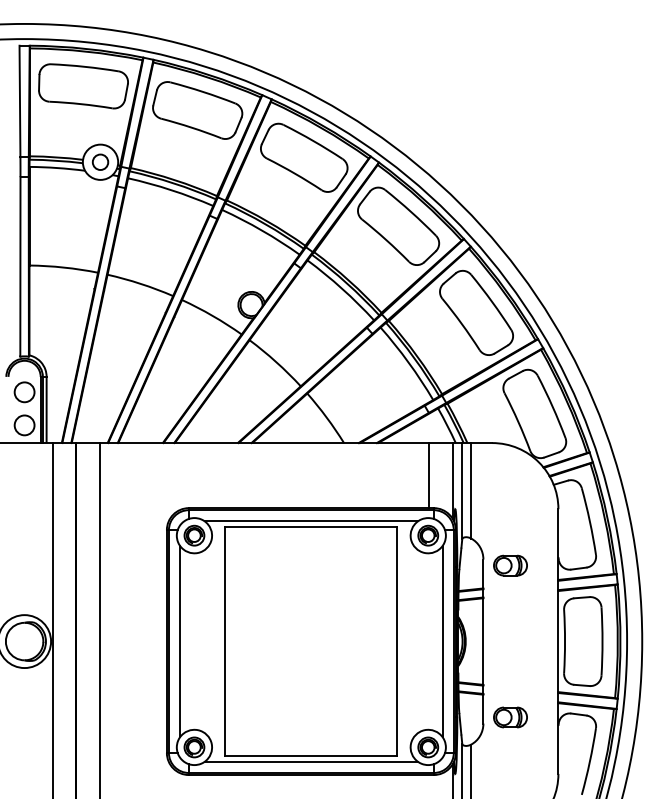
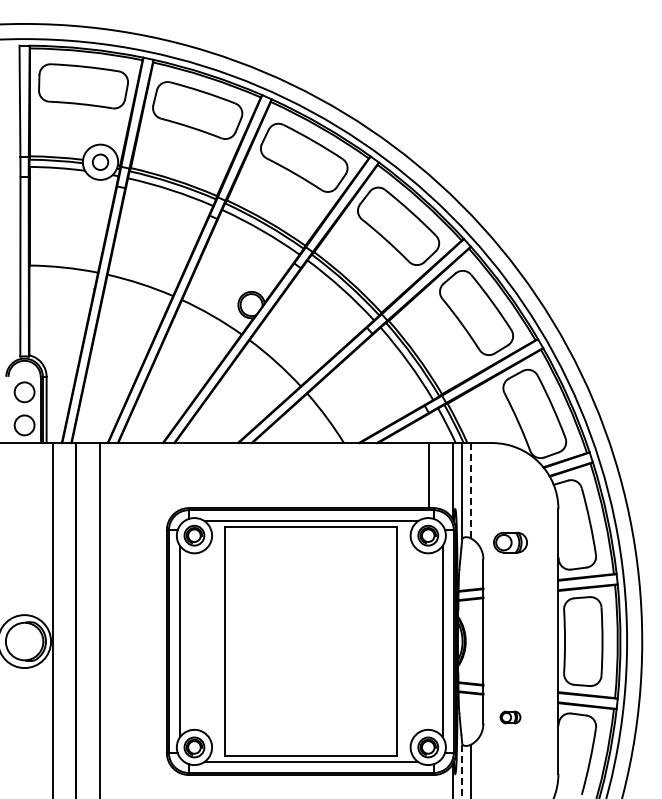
line at (471, 490): solid -> dashed
part at (510, 565) position: (510, 565) -> (510, 542)
part at (510, 717) size: 35x23 px -> 23x15 px
line at (462, 770): solid -> dashed
